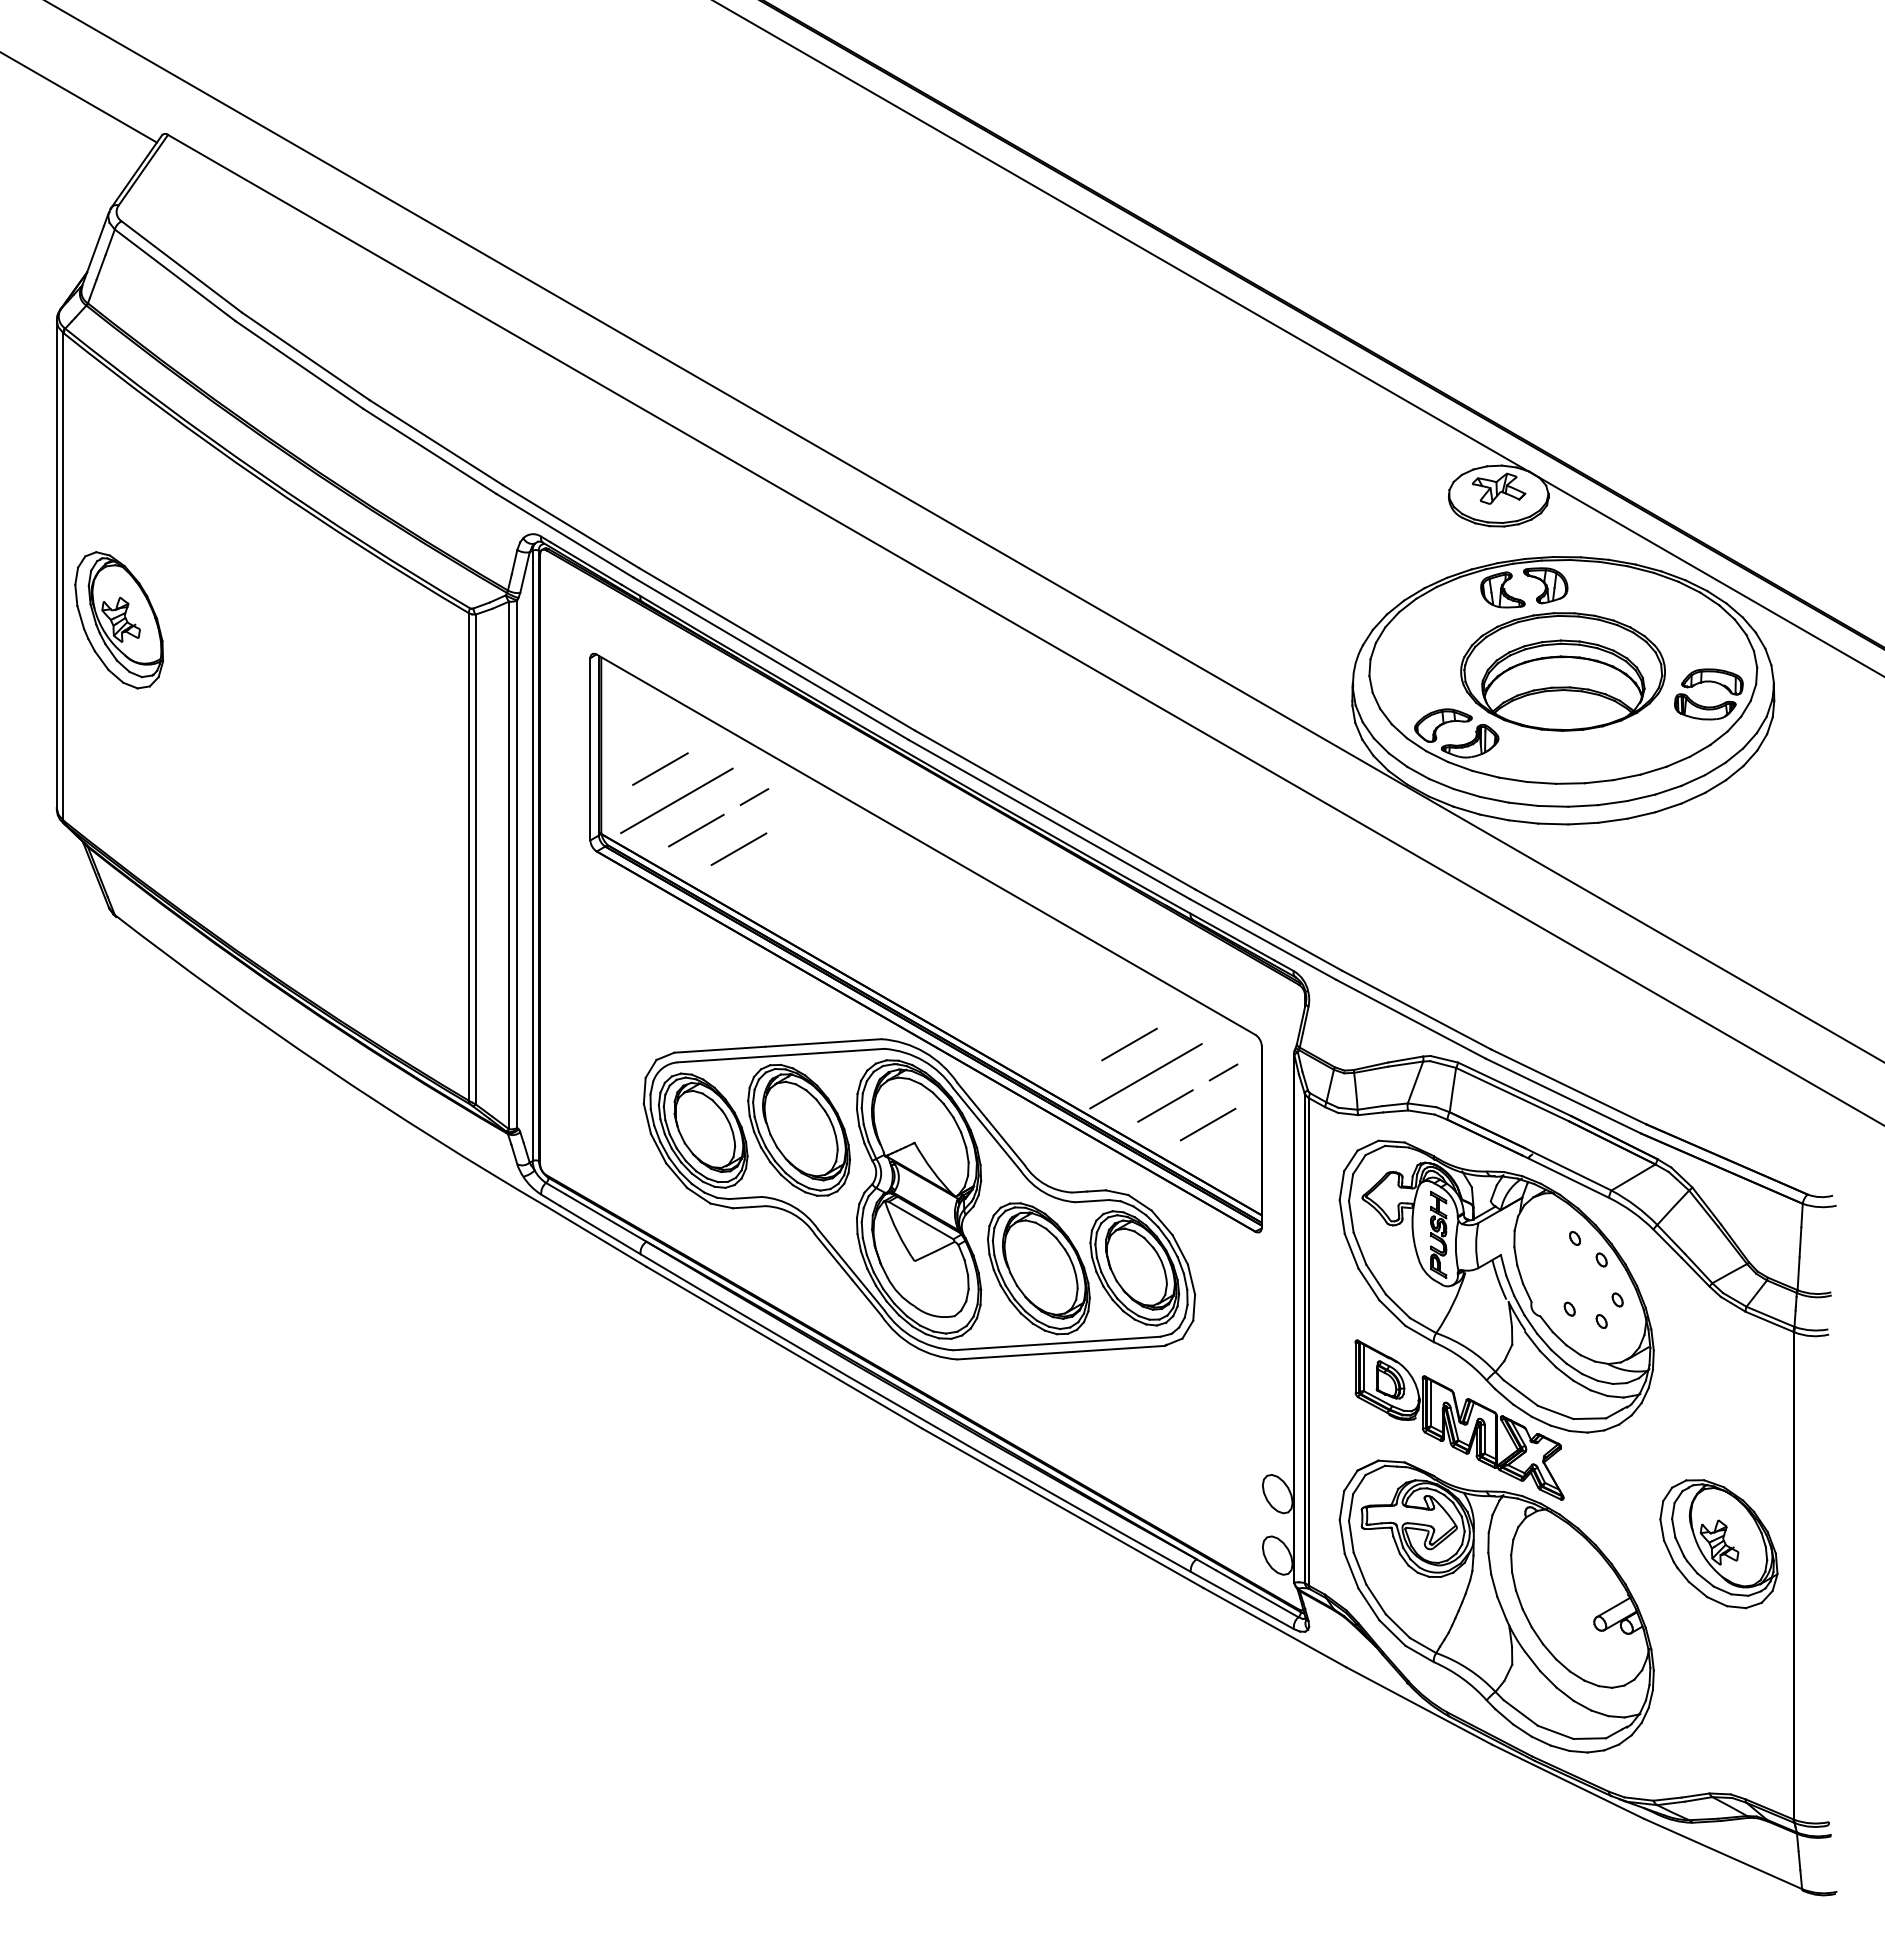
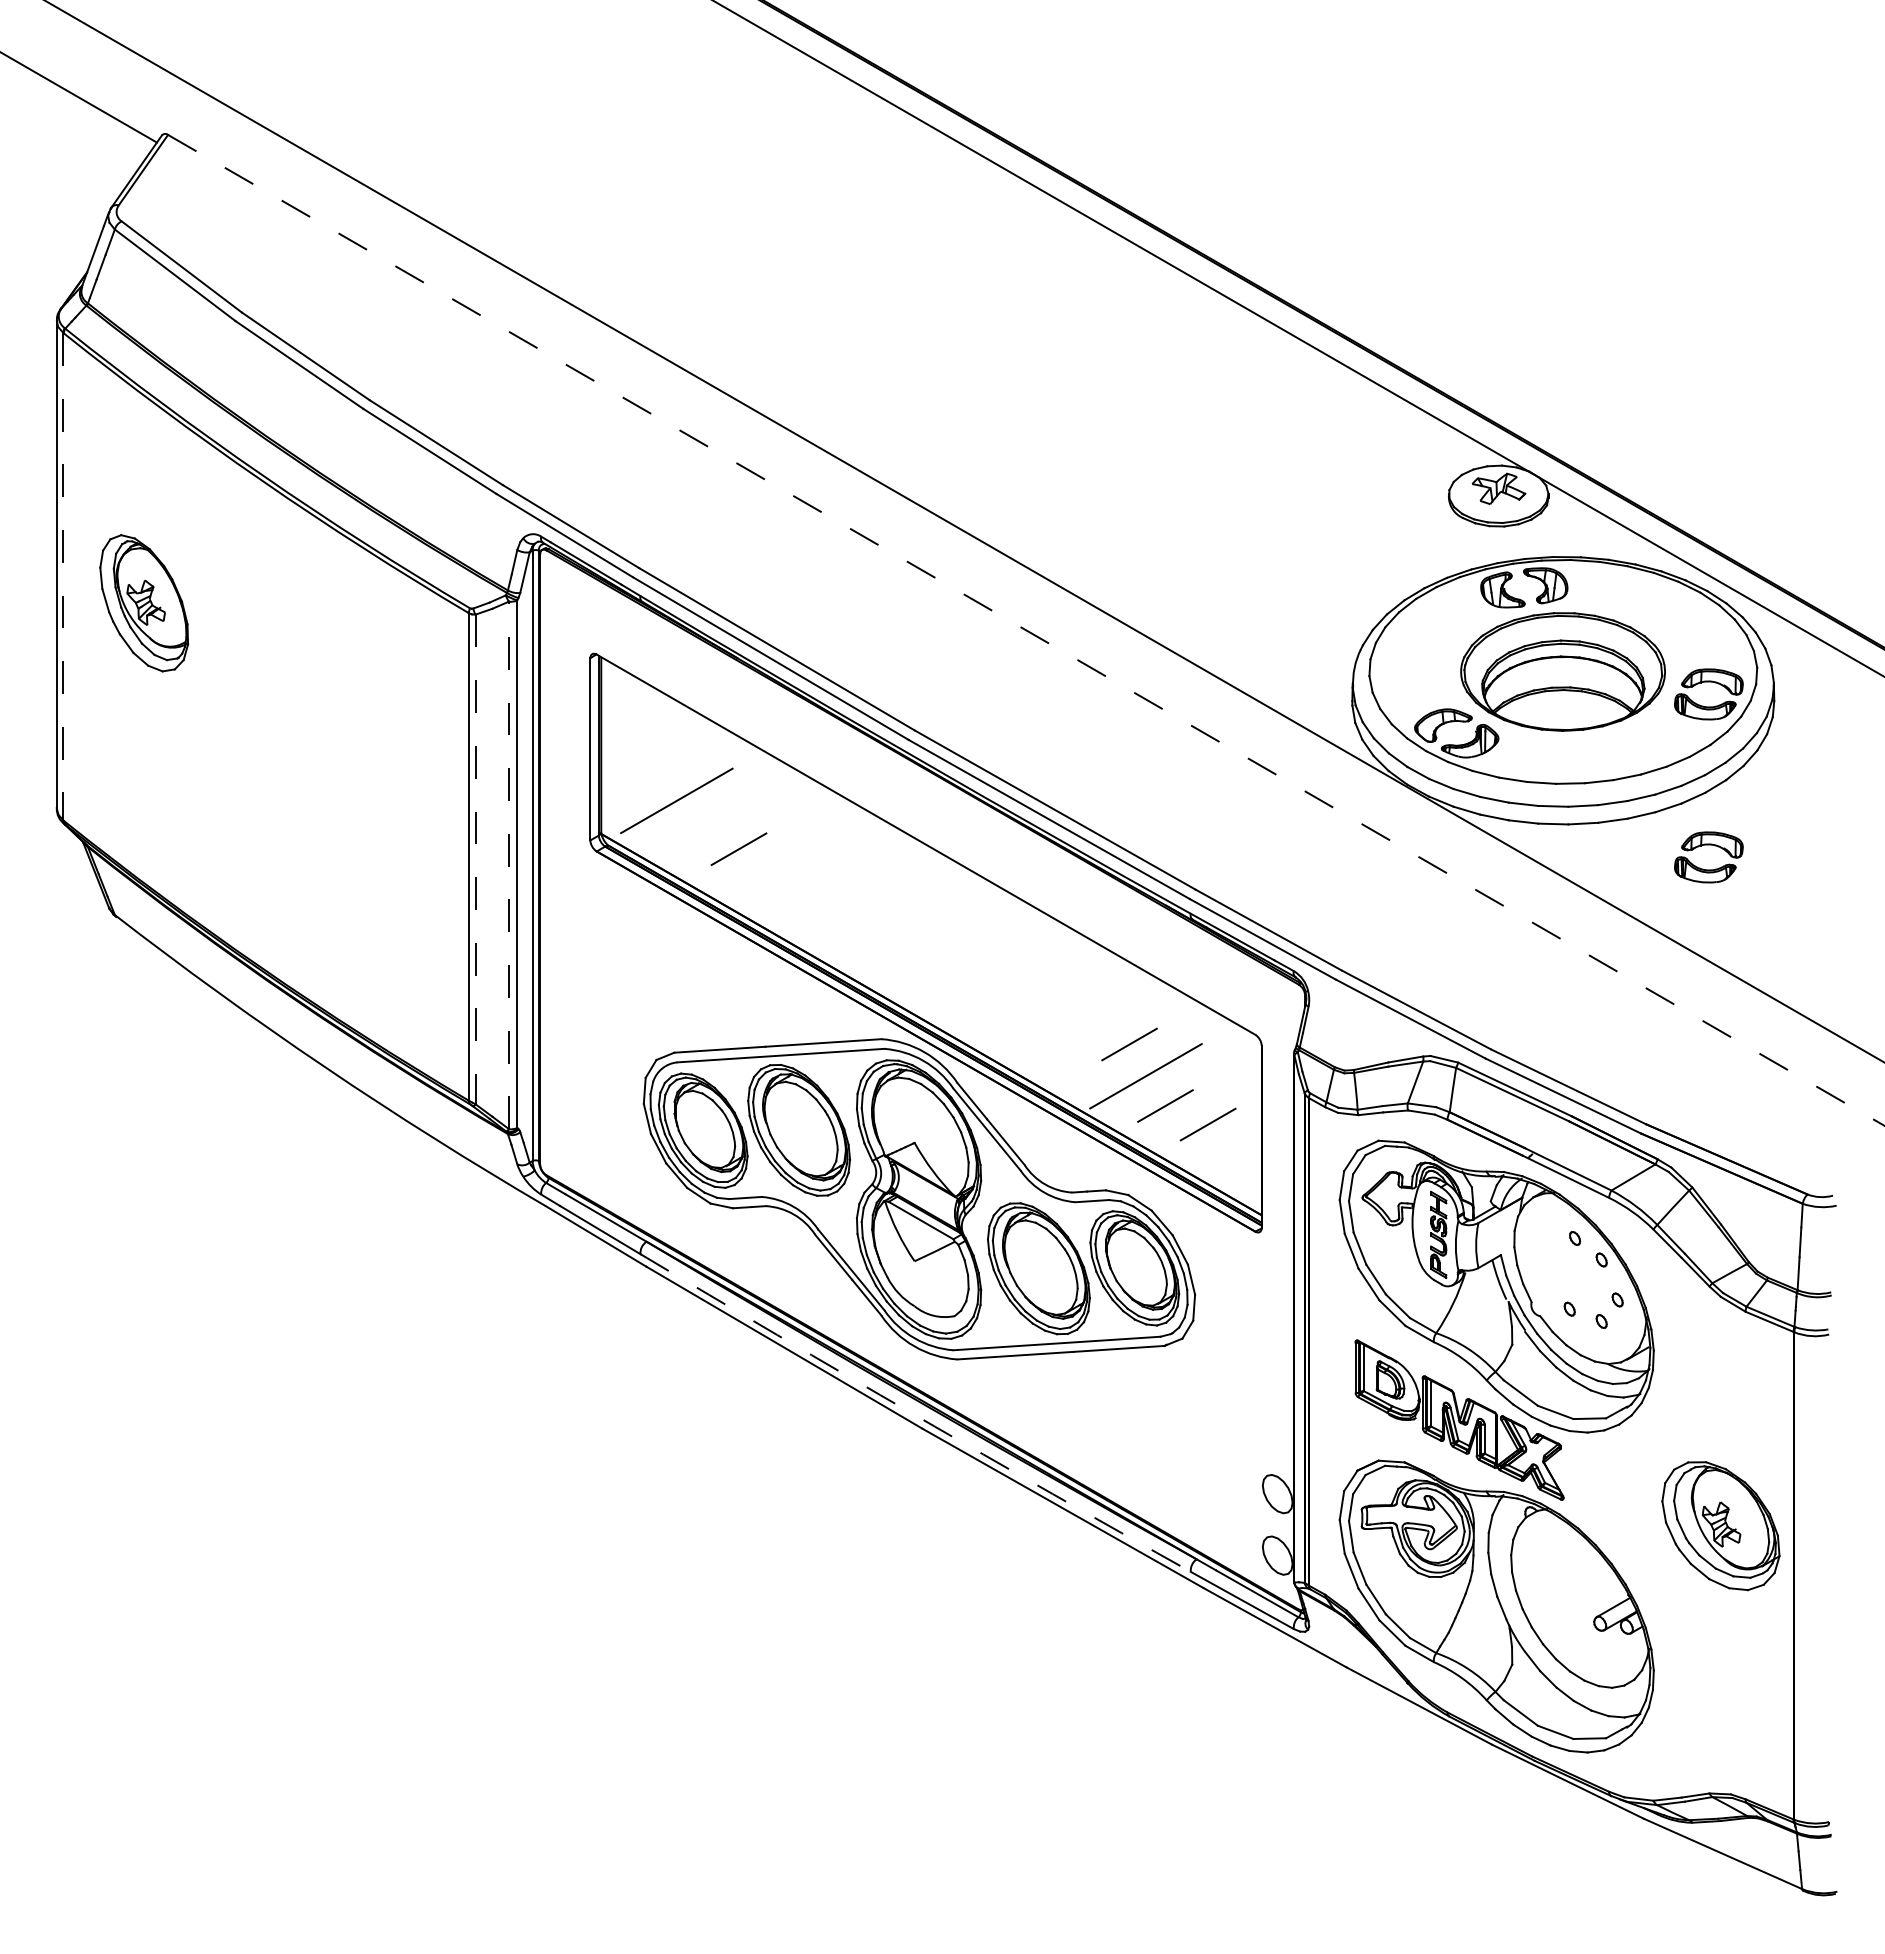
line at (63, 576): solid -> dashed
part at (118, 620) position: (118, 620) -> (143, 603)
line at (1026, 630): solid -> dashed
line at (660, 768): present -> none
line at (754, 797): present -> none
line at (696, 830): present -> none
part at (1708, 845): none -> present
line at (475, 859): solid -> dashed
line at (509, 865): solid -> dashed
line at (1223, 1072): present -> none
arc at (914, 1414): solid -> dashed
part at (1718, 1544) position: (1718, 1544) -> (1720, 1526)
